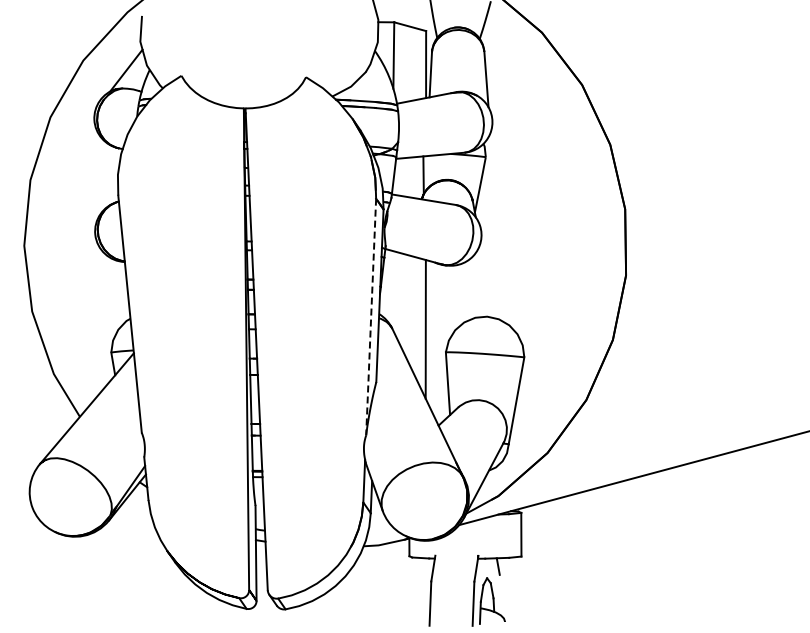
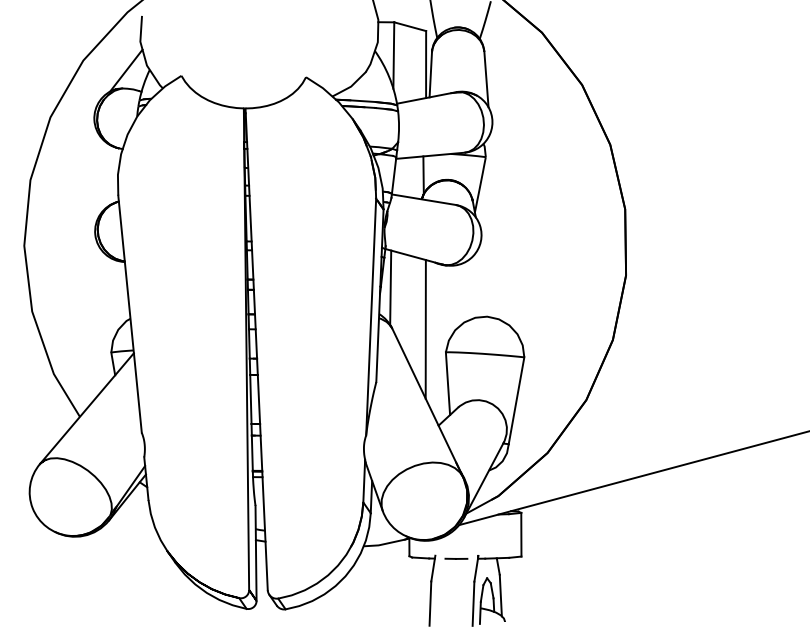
line at (390, 287): none -> present
line at (371, 317): dashed -> solid
line at (456, 558): none -> present
line at (500, 595): none -> present
